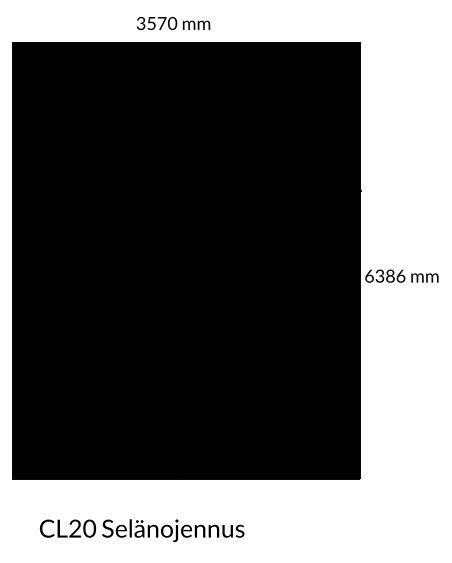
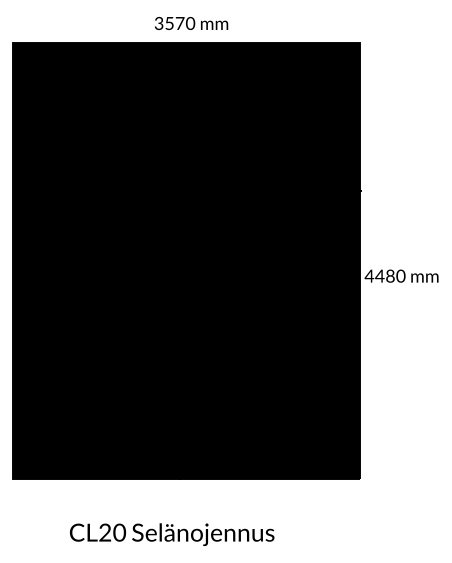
text at (173, 23) position: (173, 23) -> (191, 23)
text at (384, 275): 6386 -> 4480
text at (142, 530) position: (142, 530) -> (172, 534)
